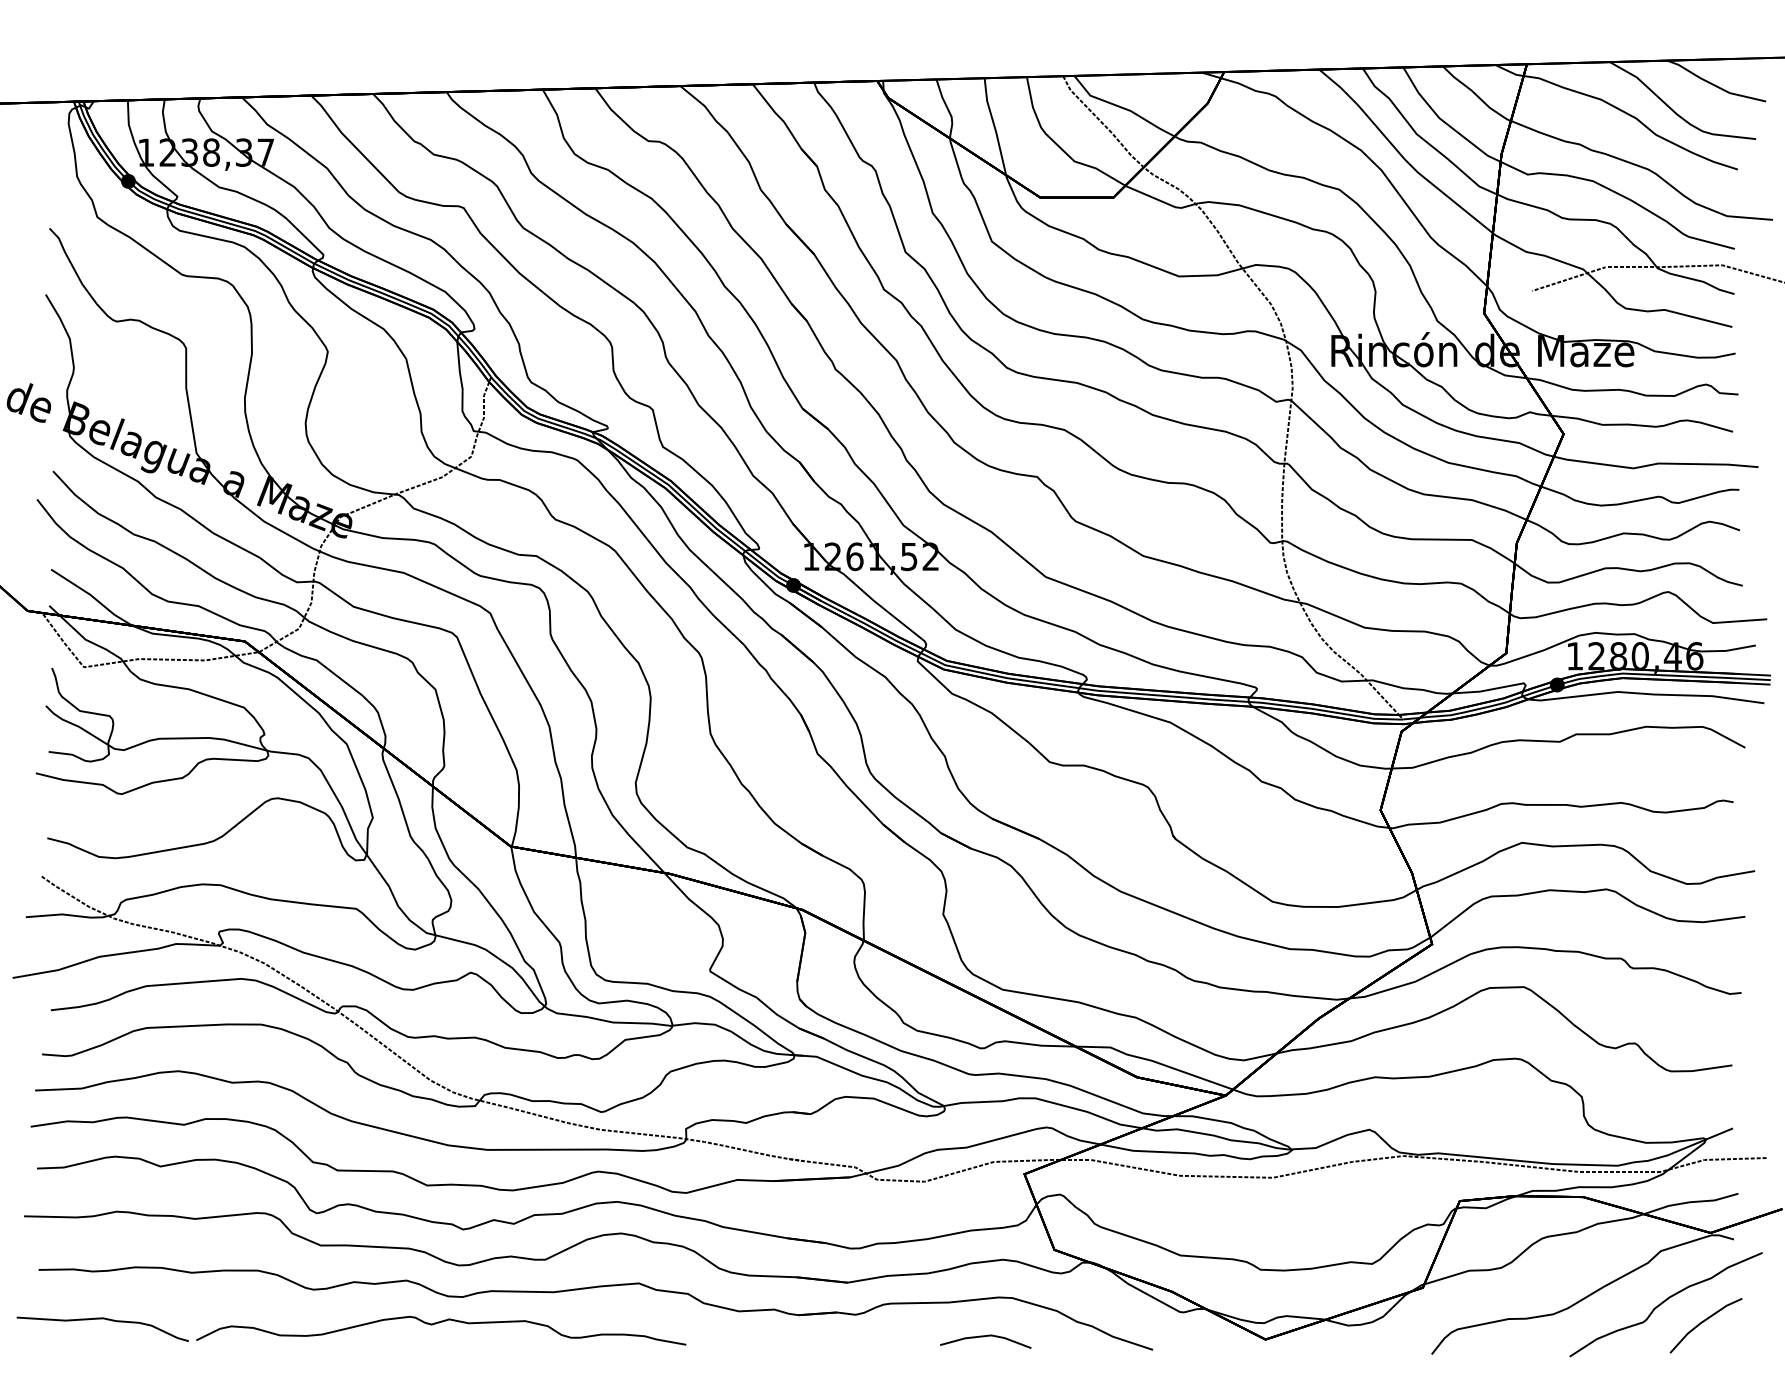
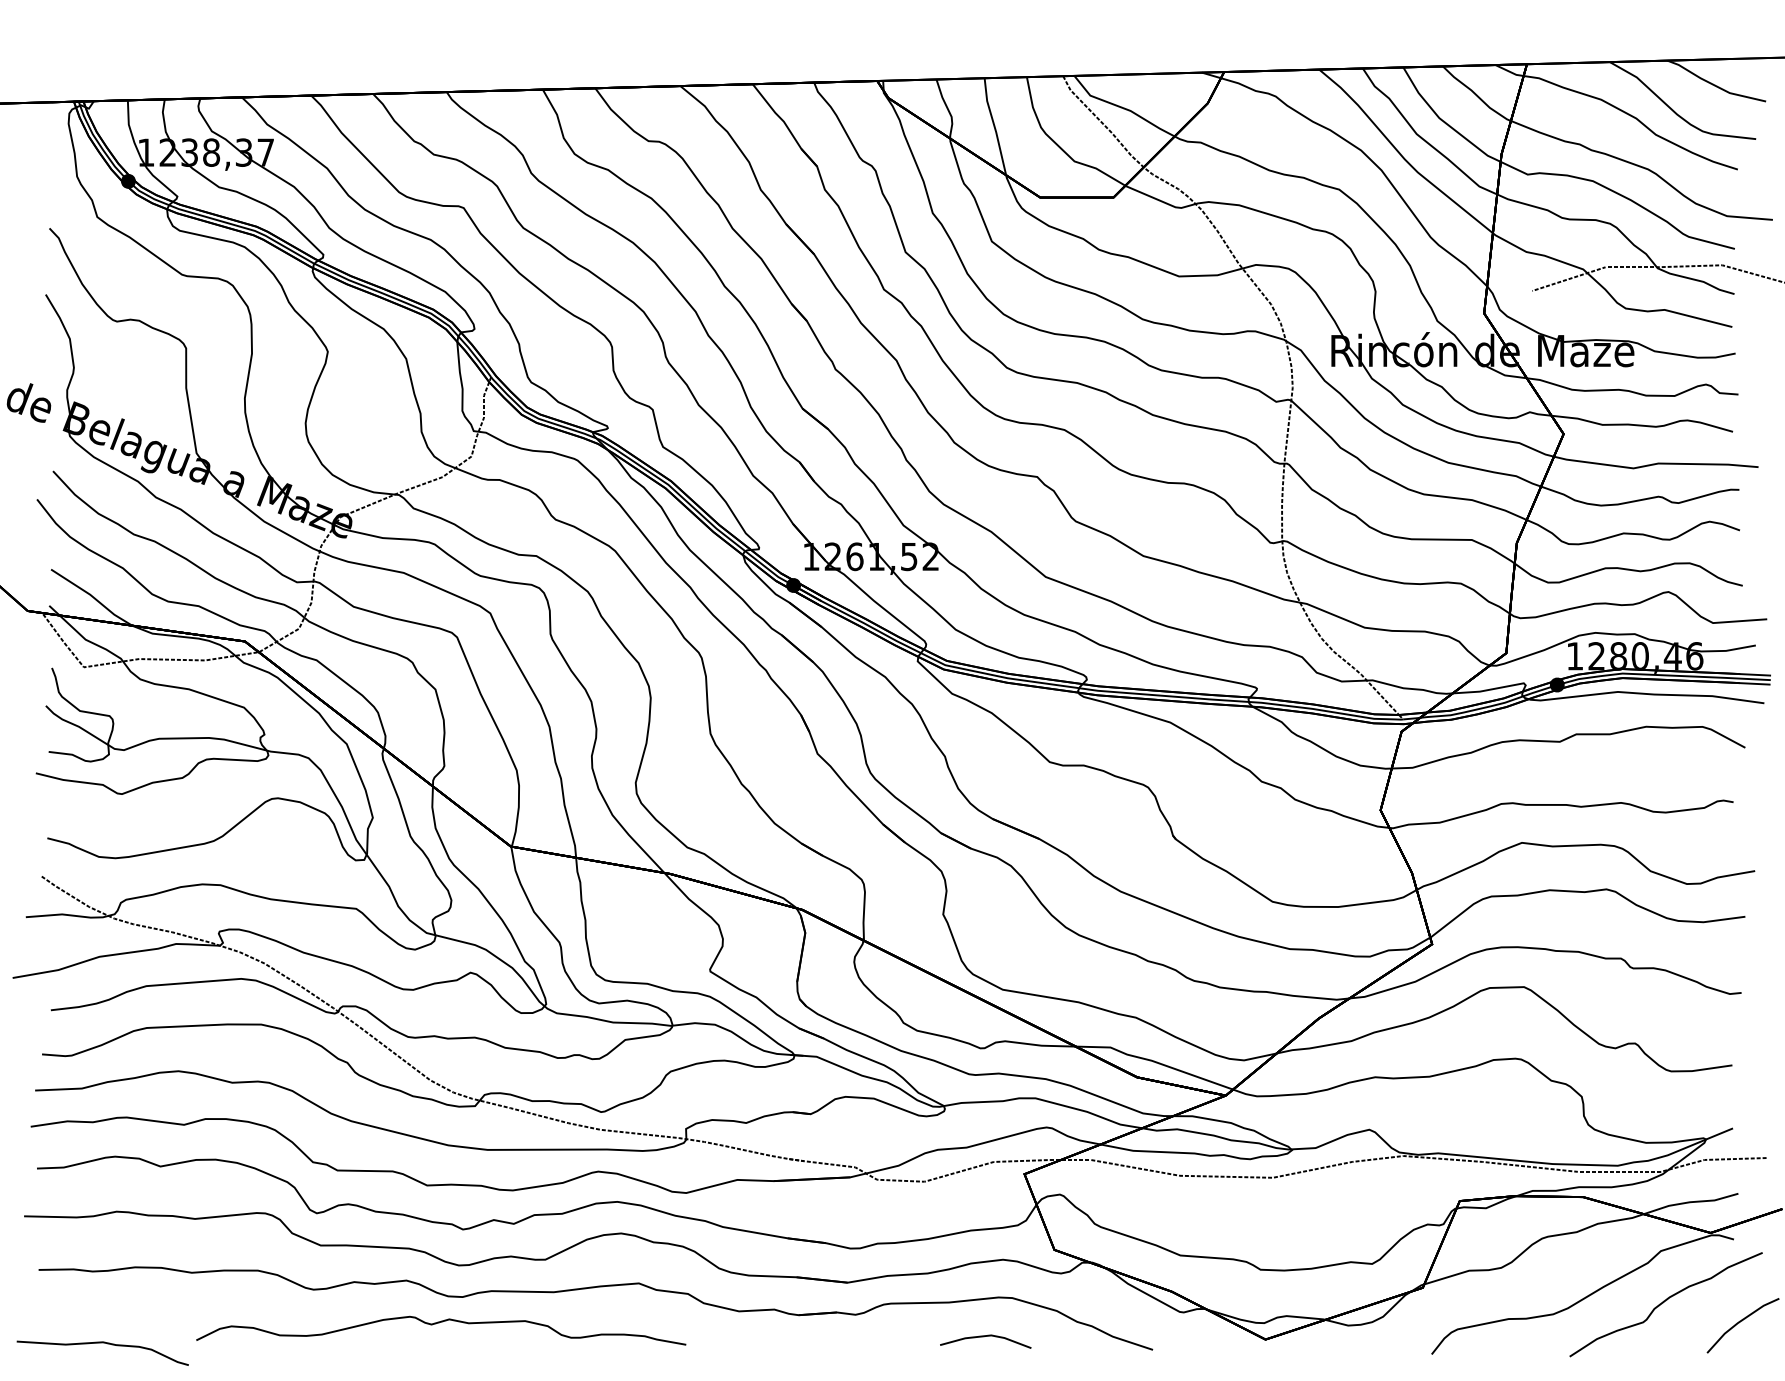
curve at (102, 1319) position: (102, 1319) -> (102, 1343)
line at (1703, 1322) position: (1703, 1322) -> (1740, 1322)
